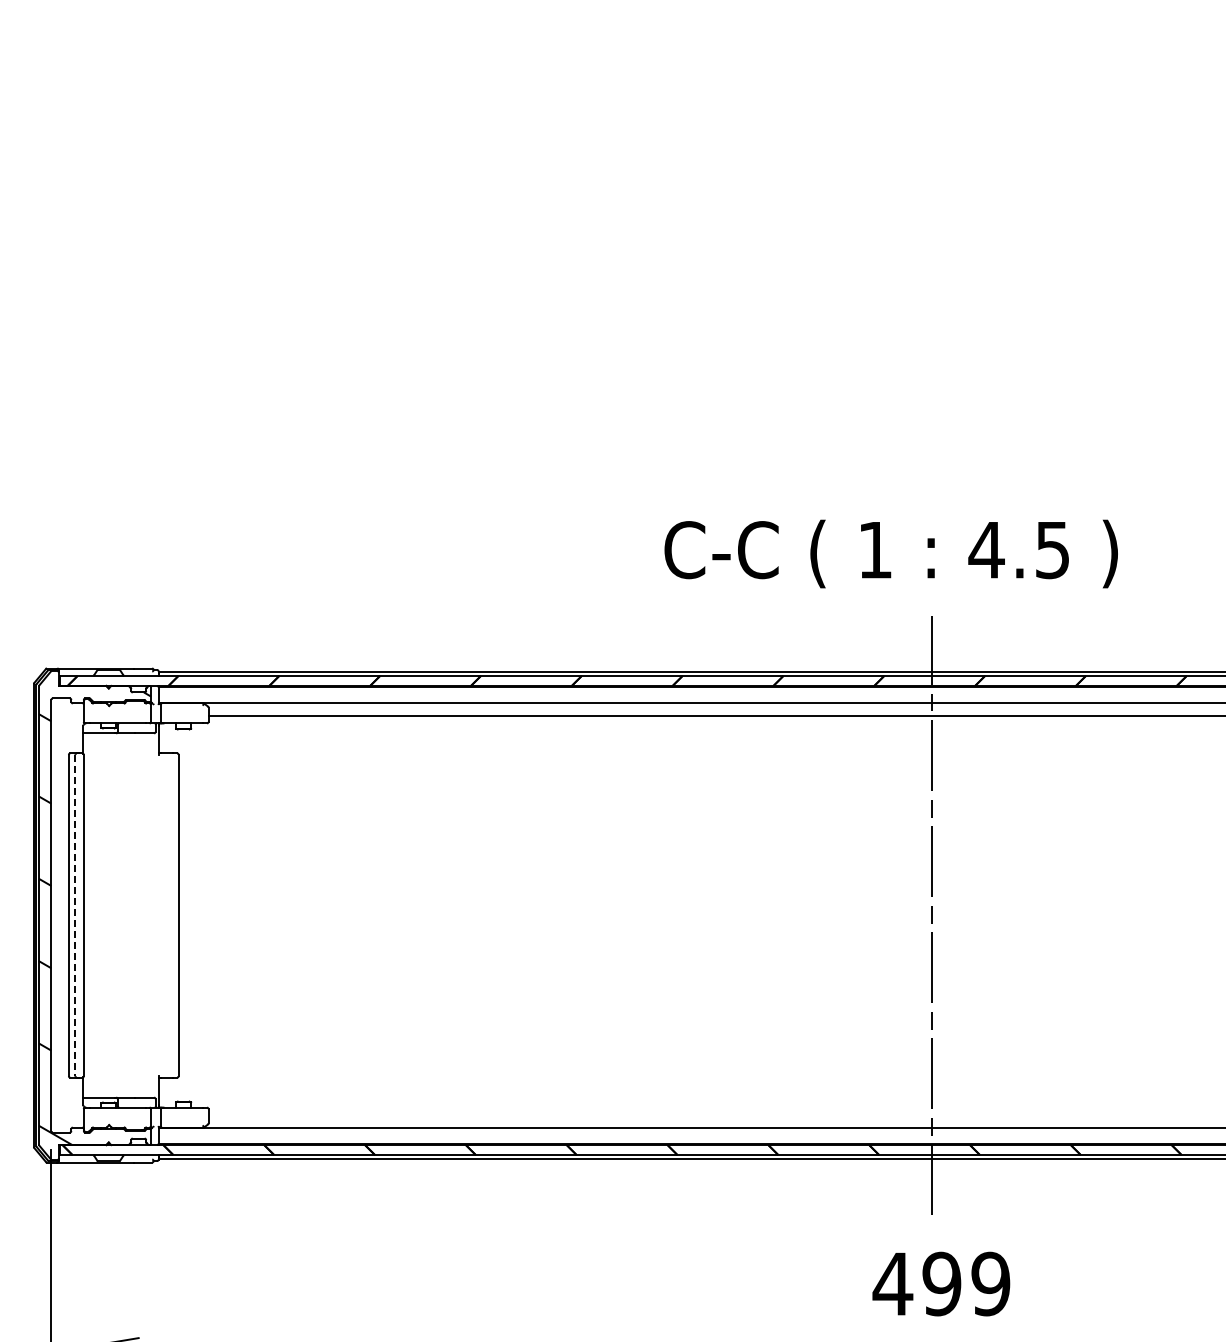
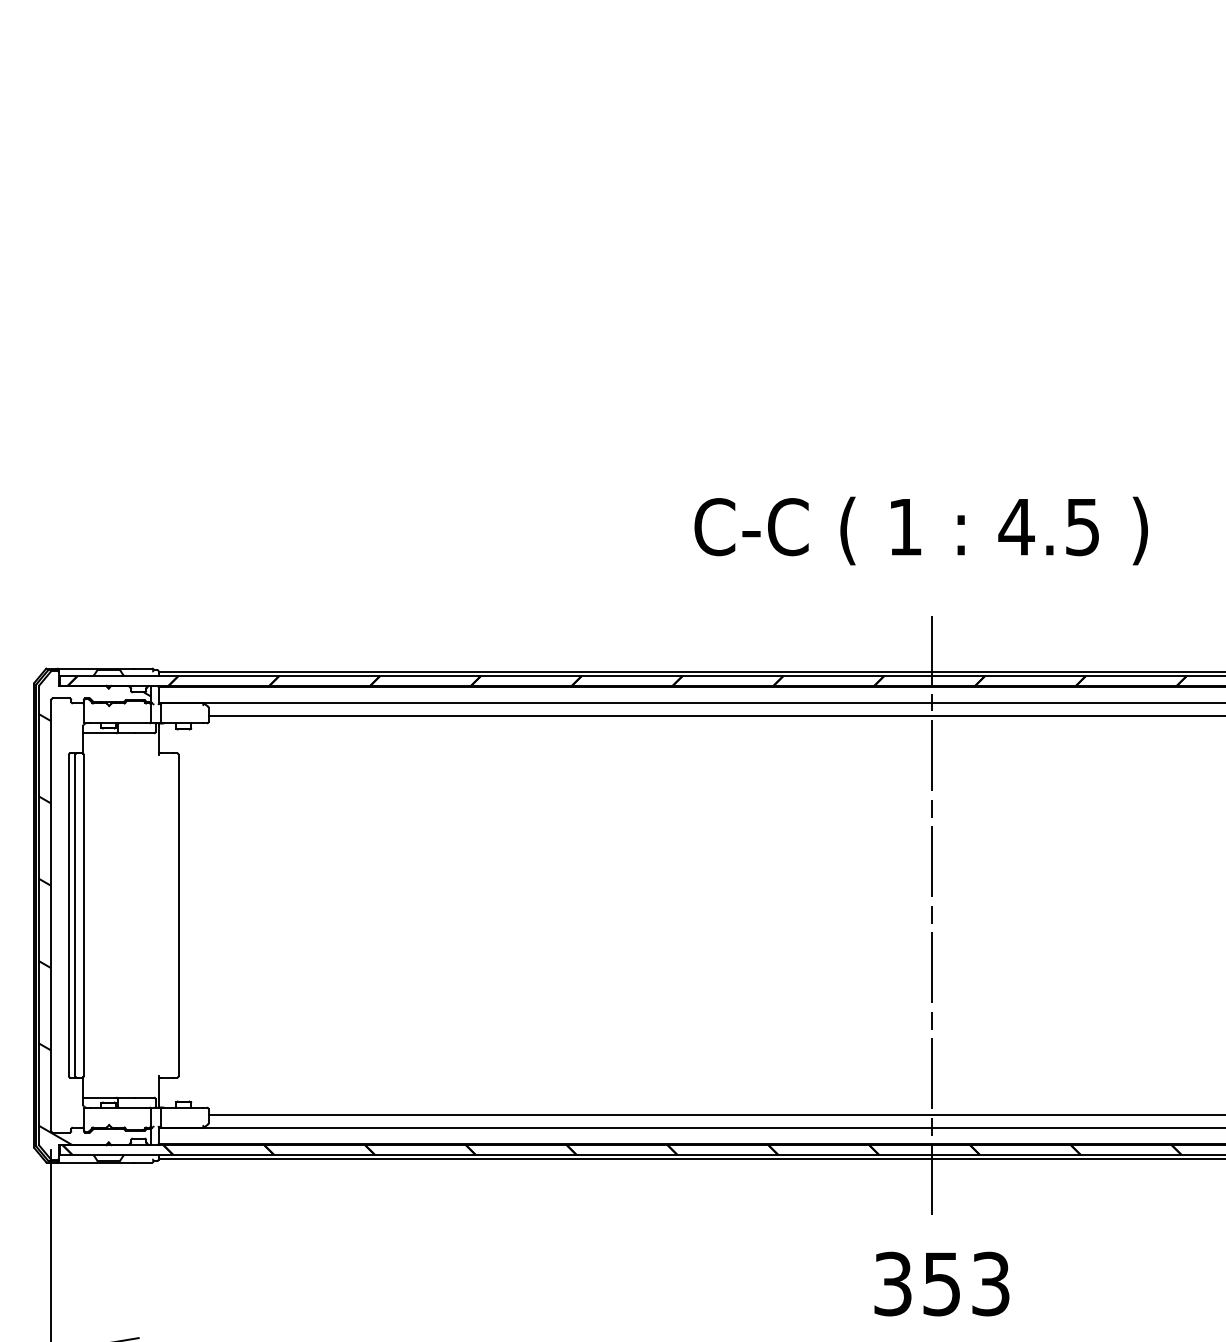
text at (890, 553) position: (890, 553) -> (920, 530)
line at (75, 915): dashed -> solid
line at (715, 1115): none -> present
text at (941, 1283): 499 -> 353
